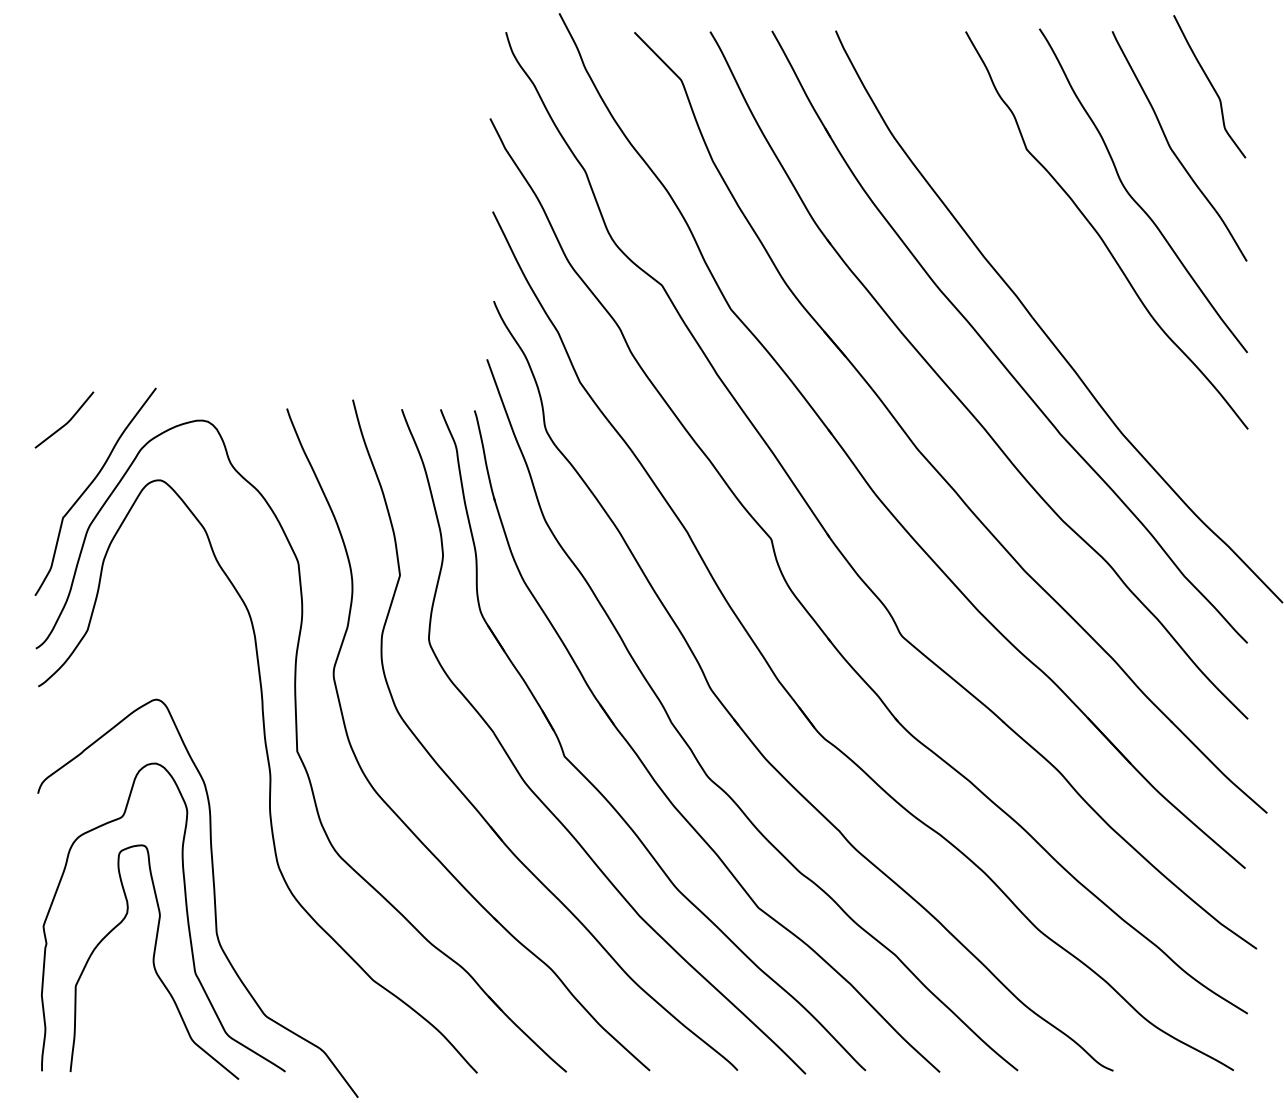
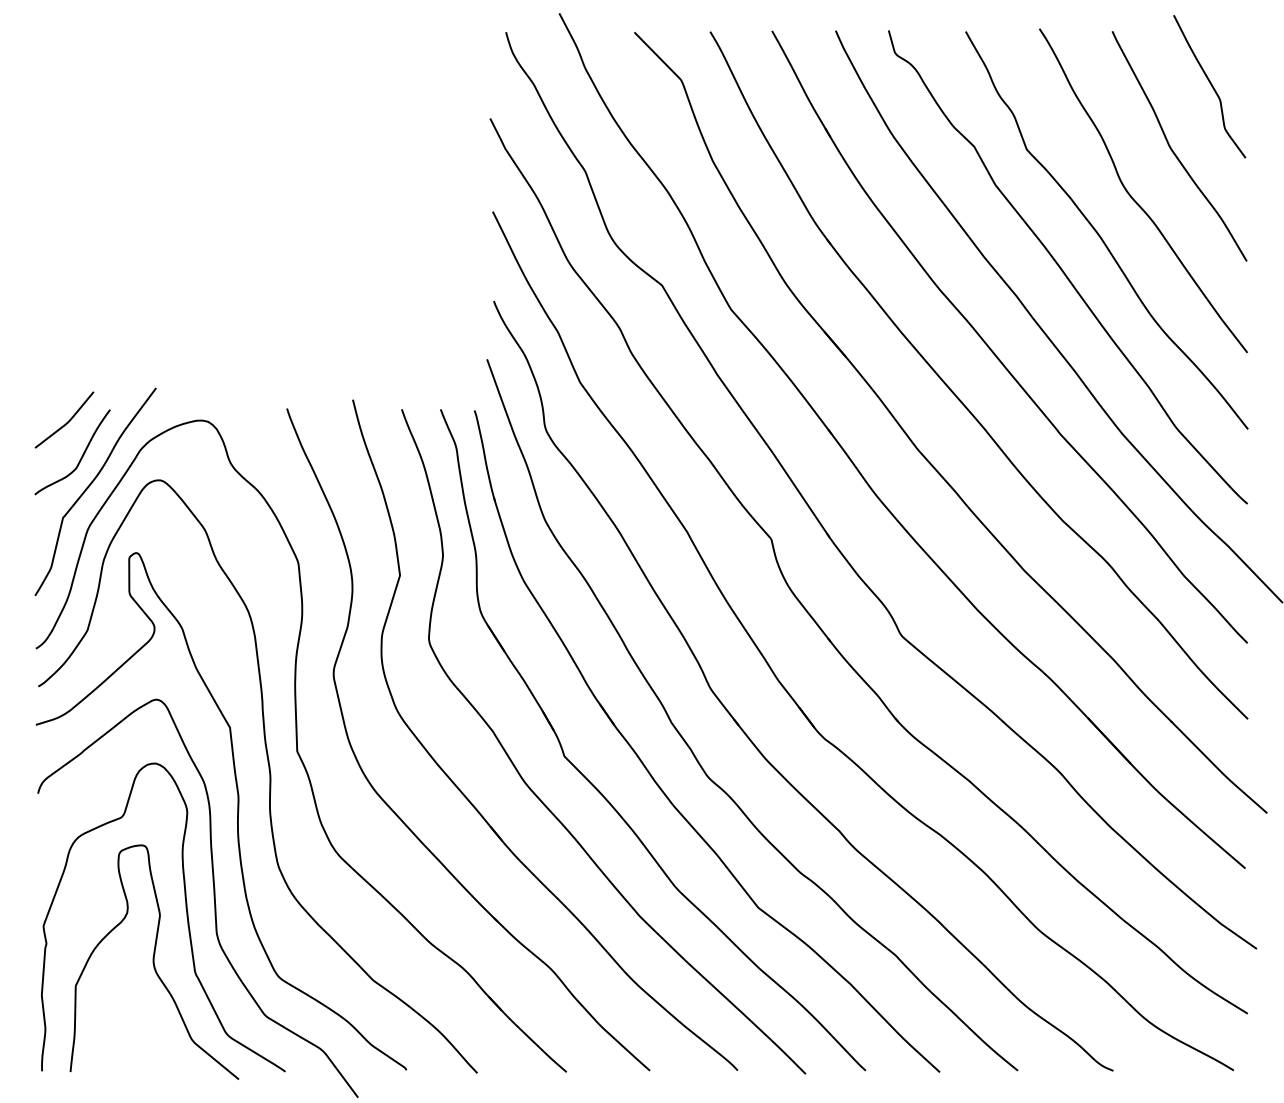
curve at (1063, 270): none -> present
curve at (81, 456): none -> present
curve at (237, 811): none -> present
